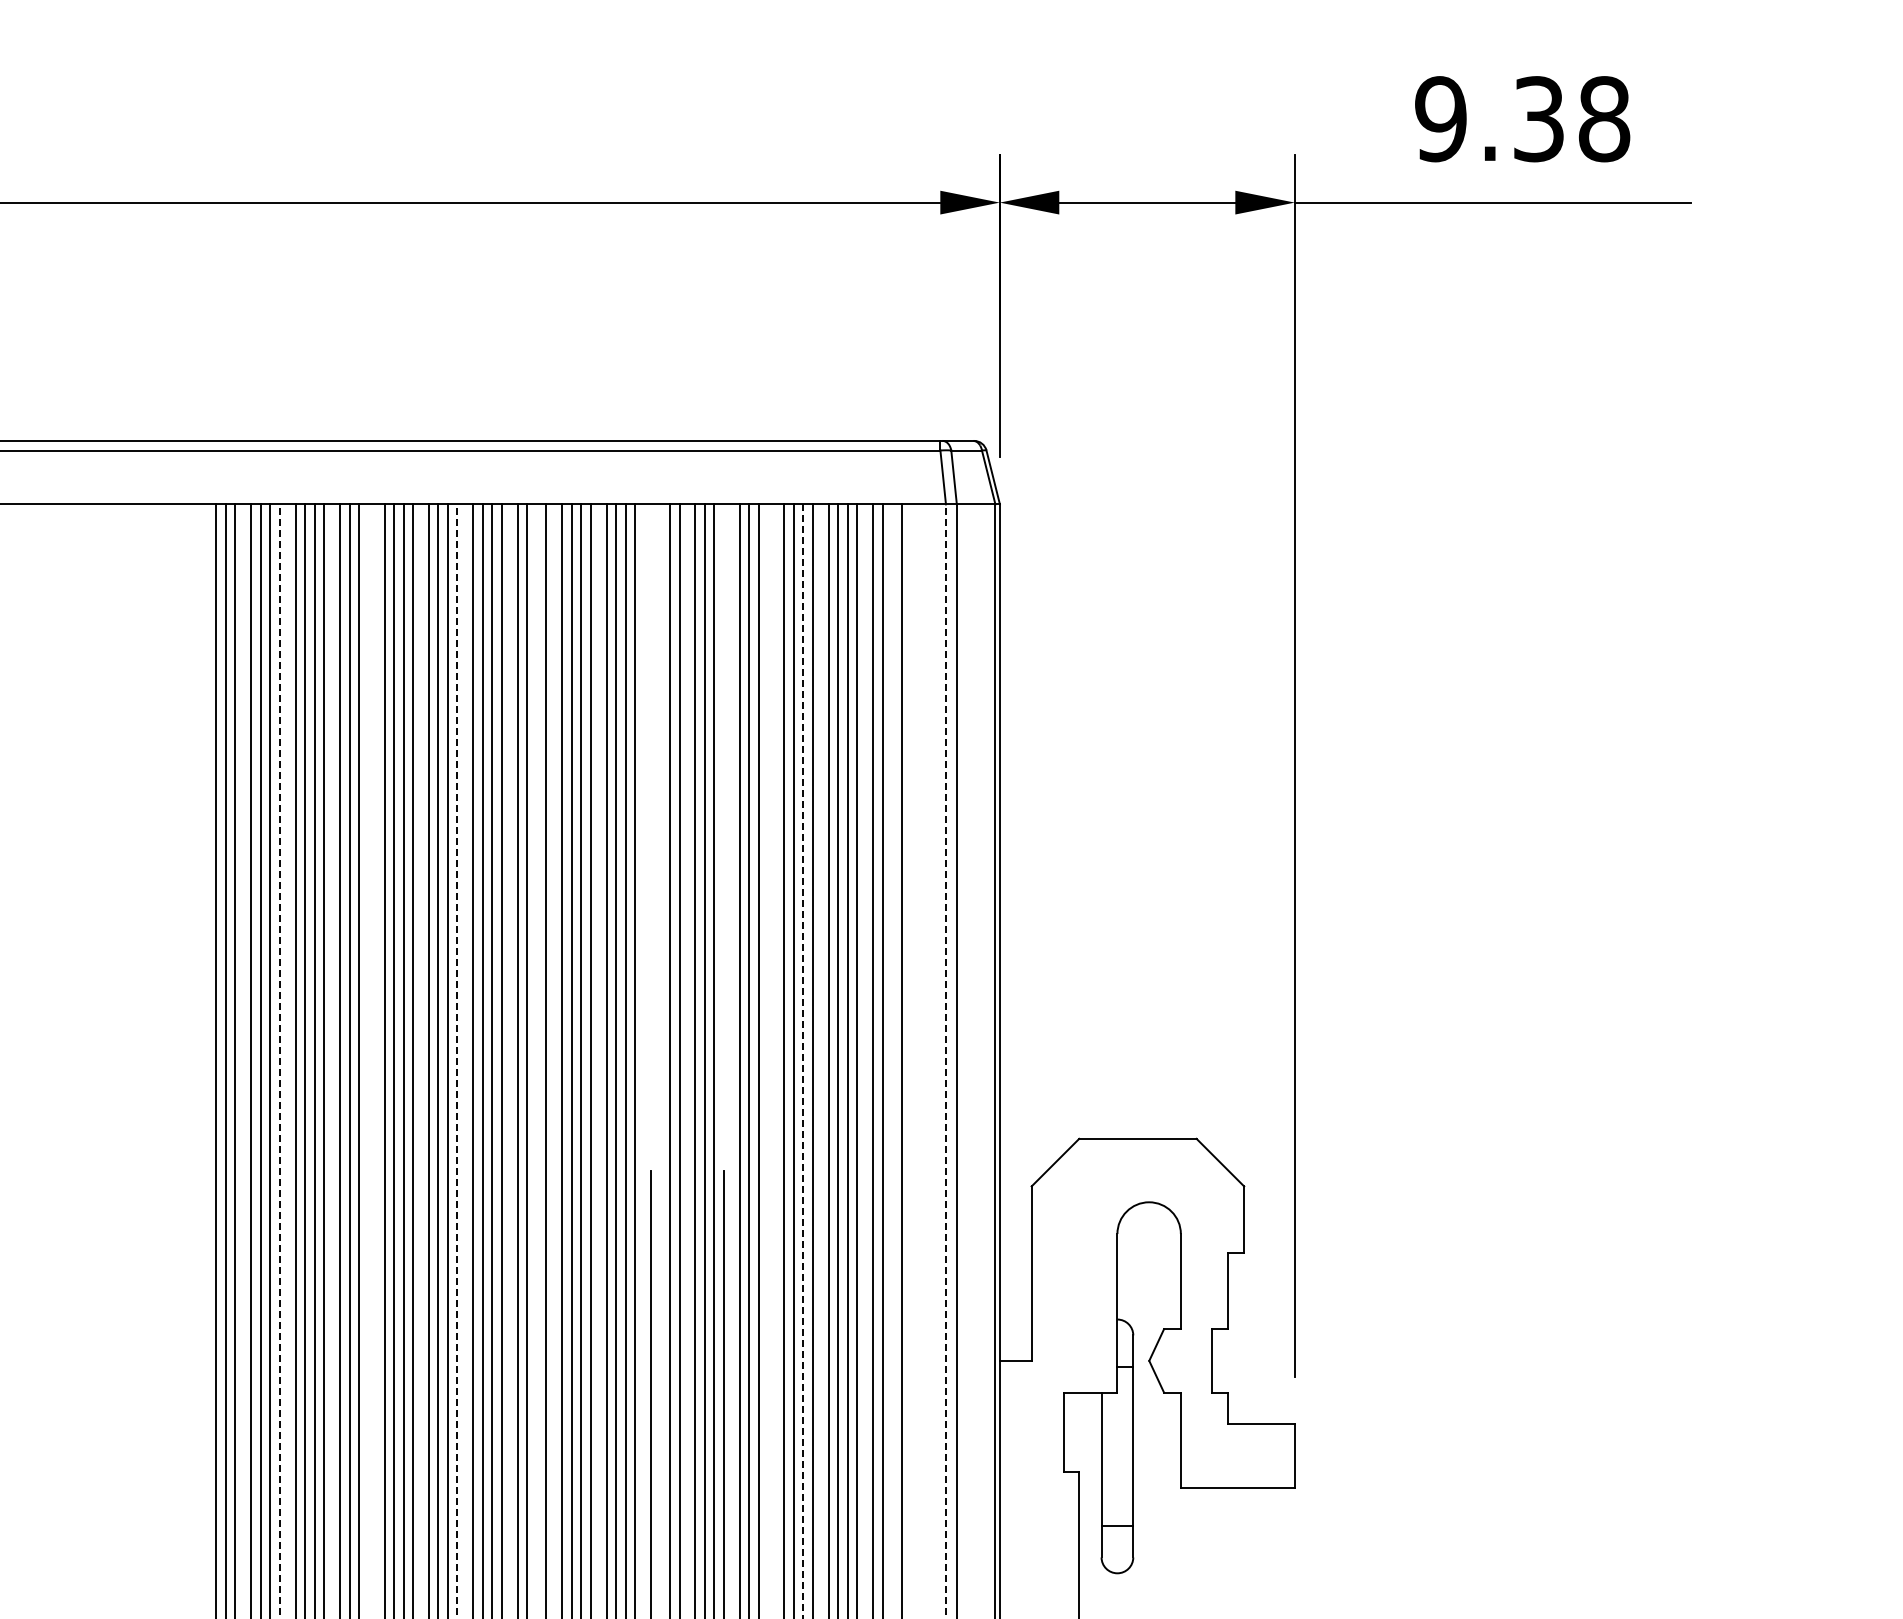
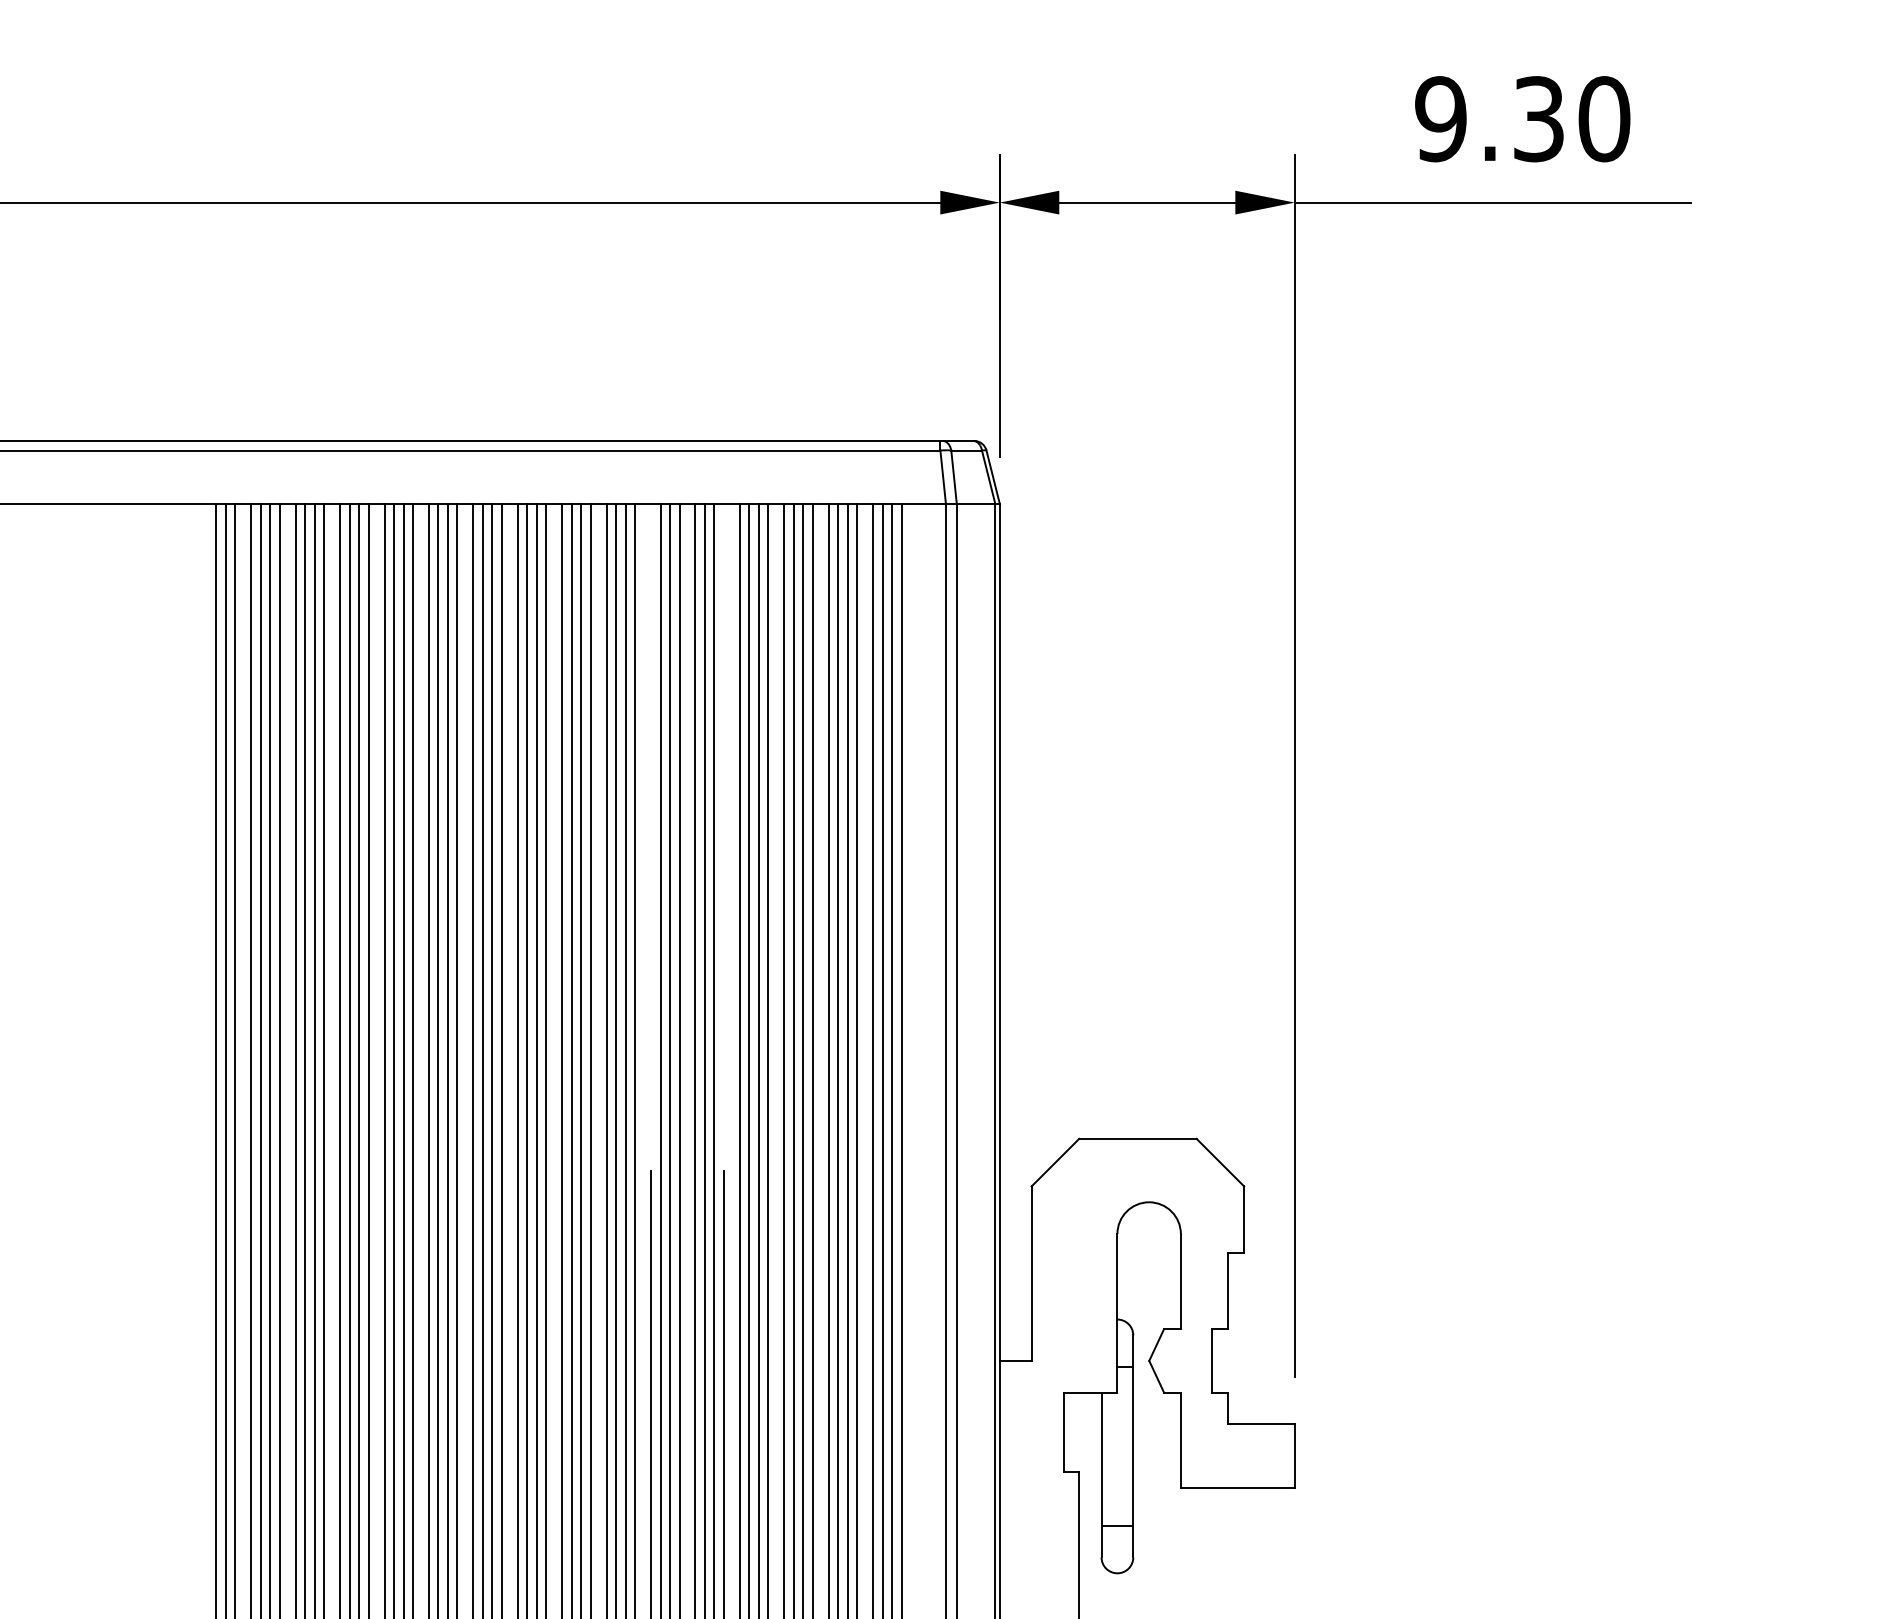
text at (1604, 119): 9.38 -> 9.30
line at (368, 1059): none -> present
line at (536, 1059): none -> present
line at (660, 1059): none -> present
line at (768, 1059): none -> present
line at (892, 1059): none -> present
line at (279, 1061): dashed -> solid
line at (457, 1061): dashed -> solid
line at (803, 1061): dashed -> solid
line at (945, 1061): dashed -> solid
